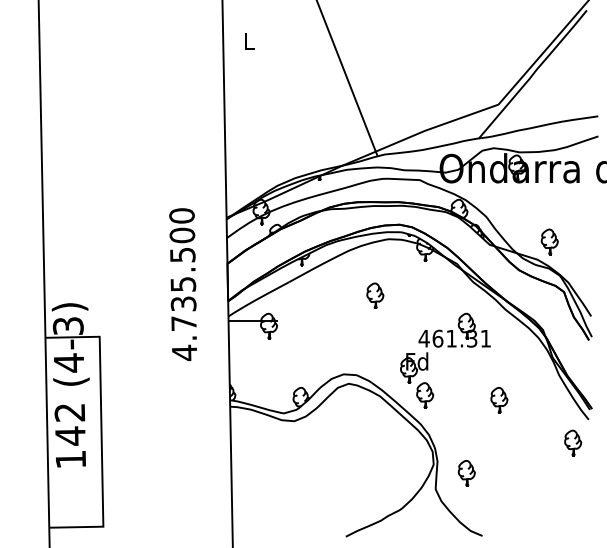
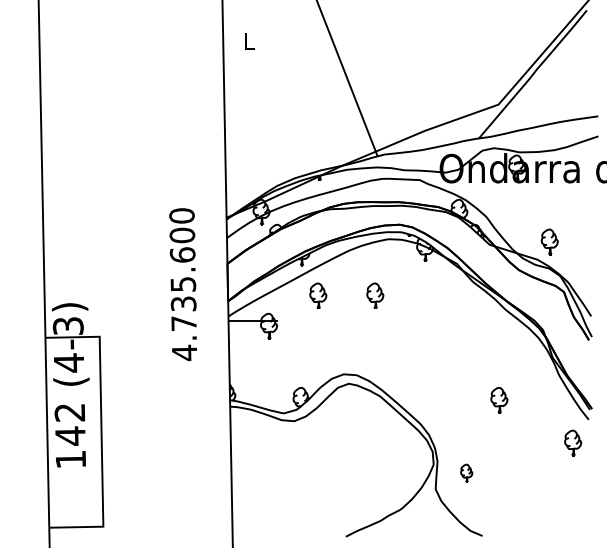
text at (182, 254): 4.735.500 -> 4.735.600
part at (318, 295): none -> present
part at (447, 347): present -> none
part at (466, 473) size: 19x27 px -> 14x20 px
